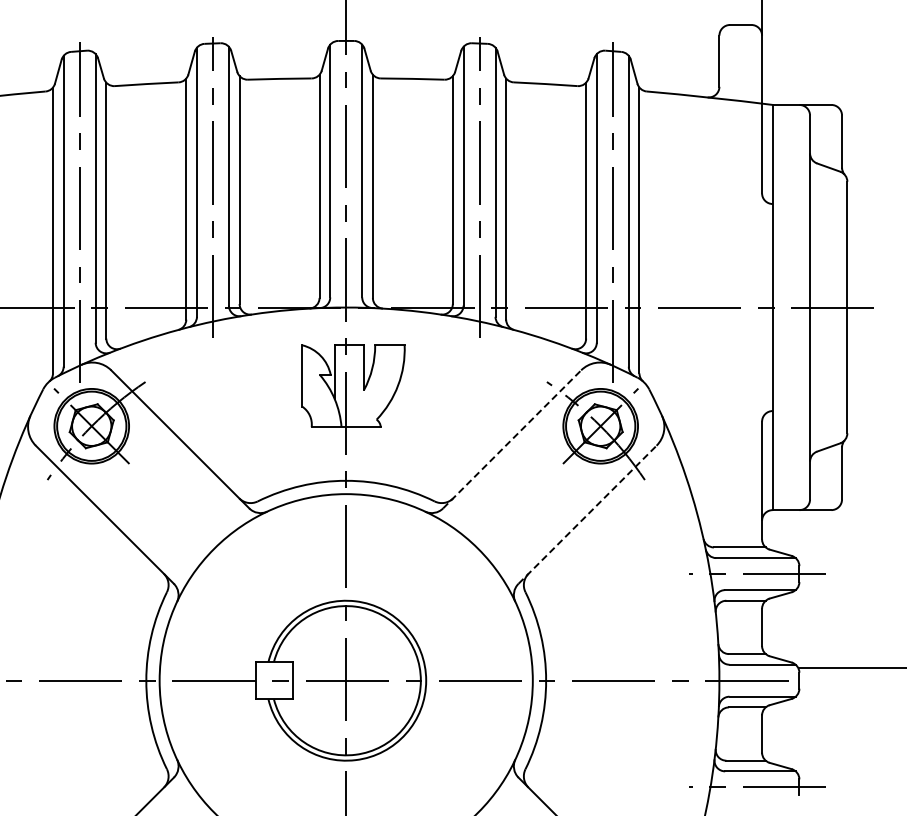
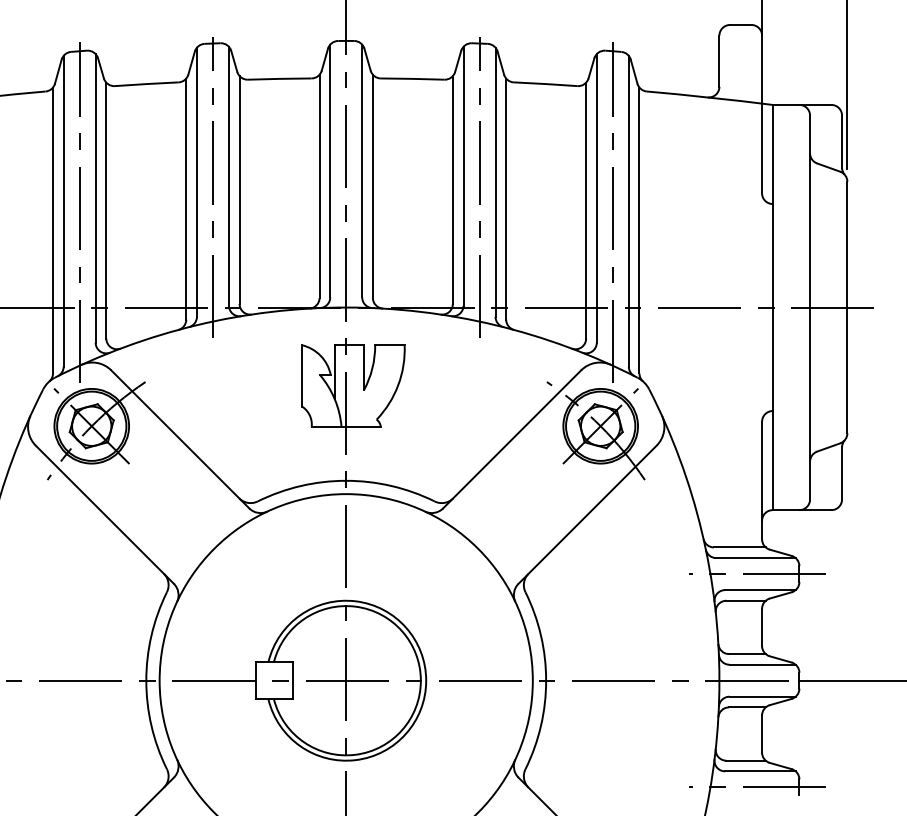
line at (847, 85): none -> present
line at (512, 439): dashed -> solid
line at (587, 514): dashed -> solid
line at (851, 667) position: (851, 667) -> (851, 680)
